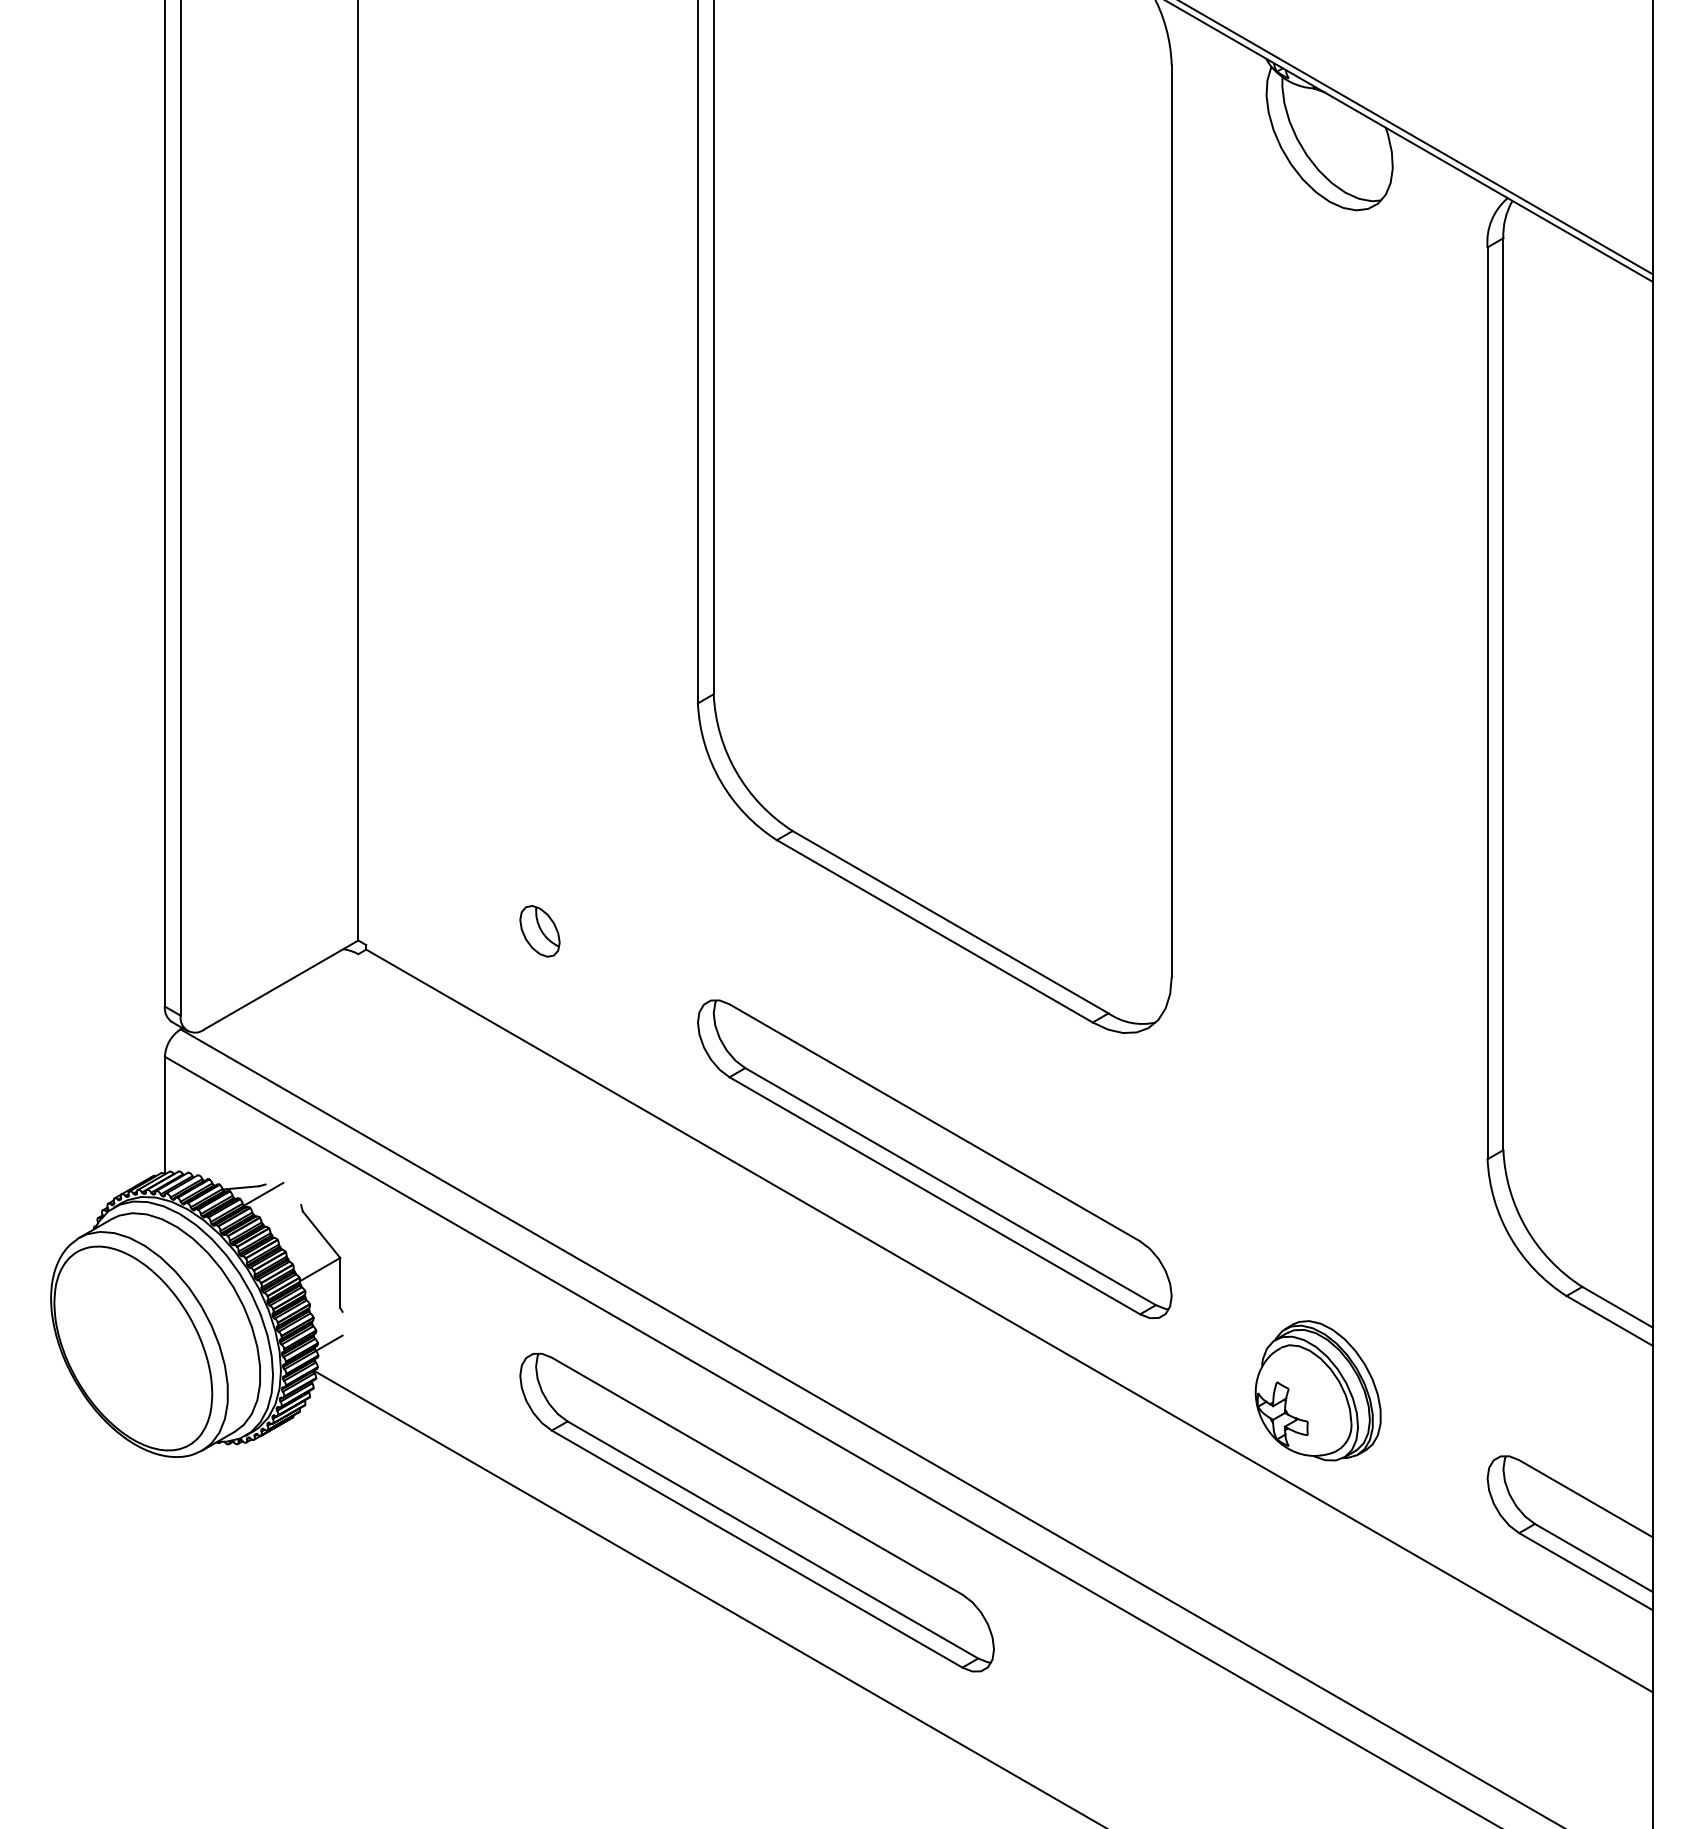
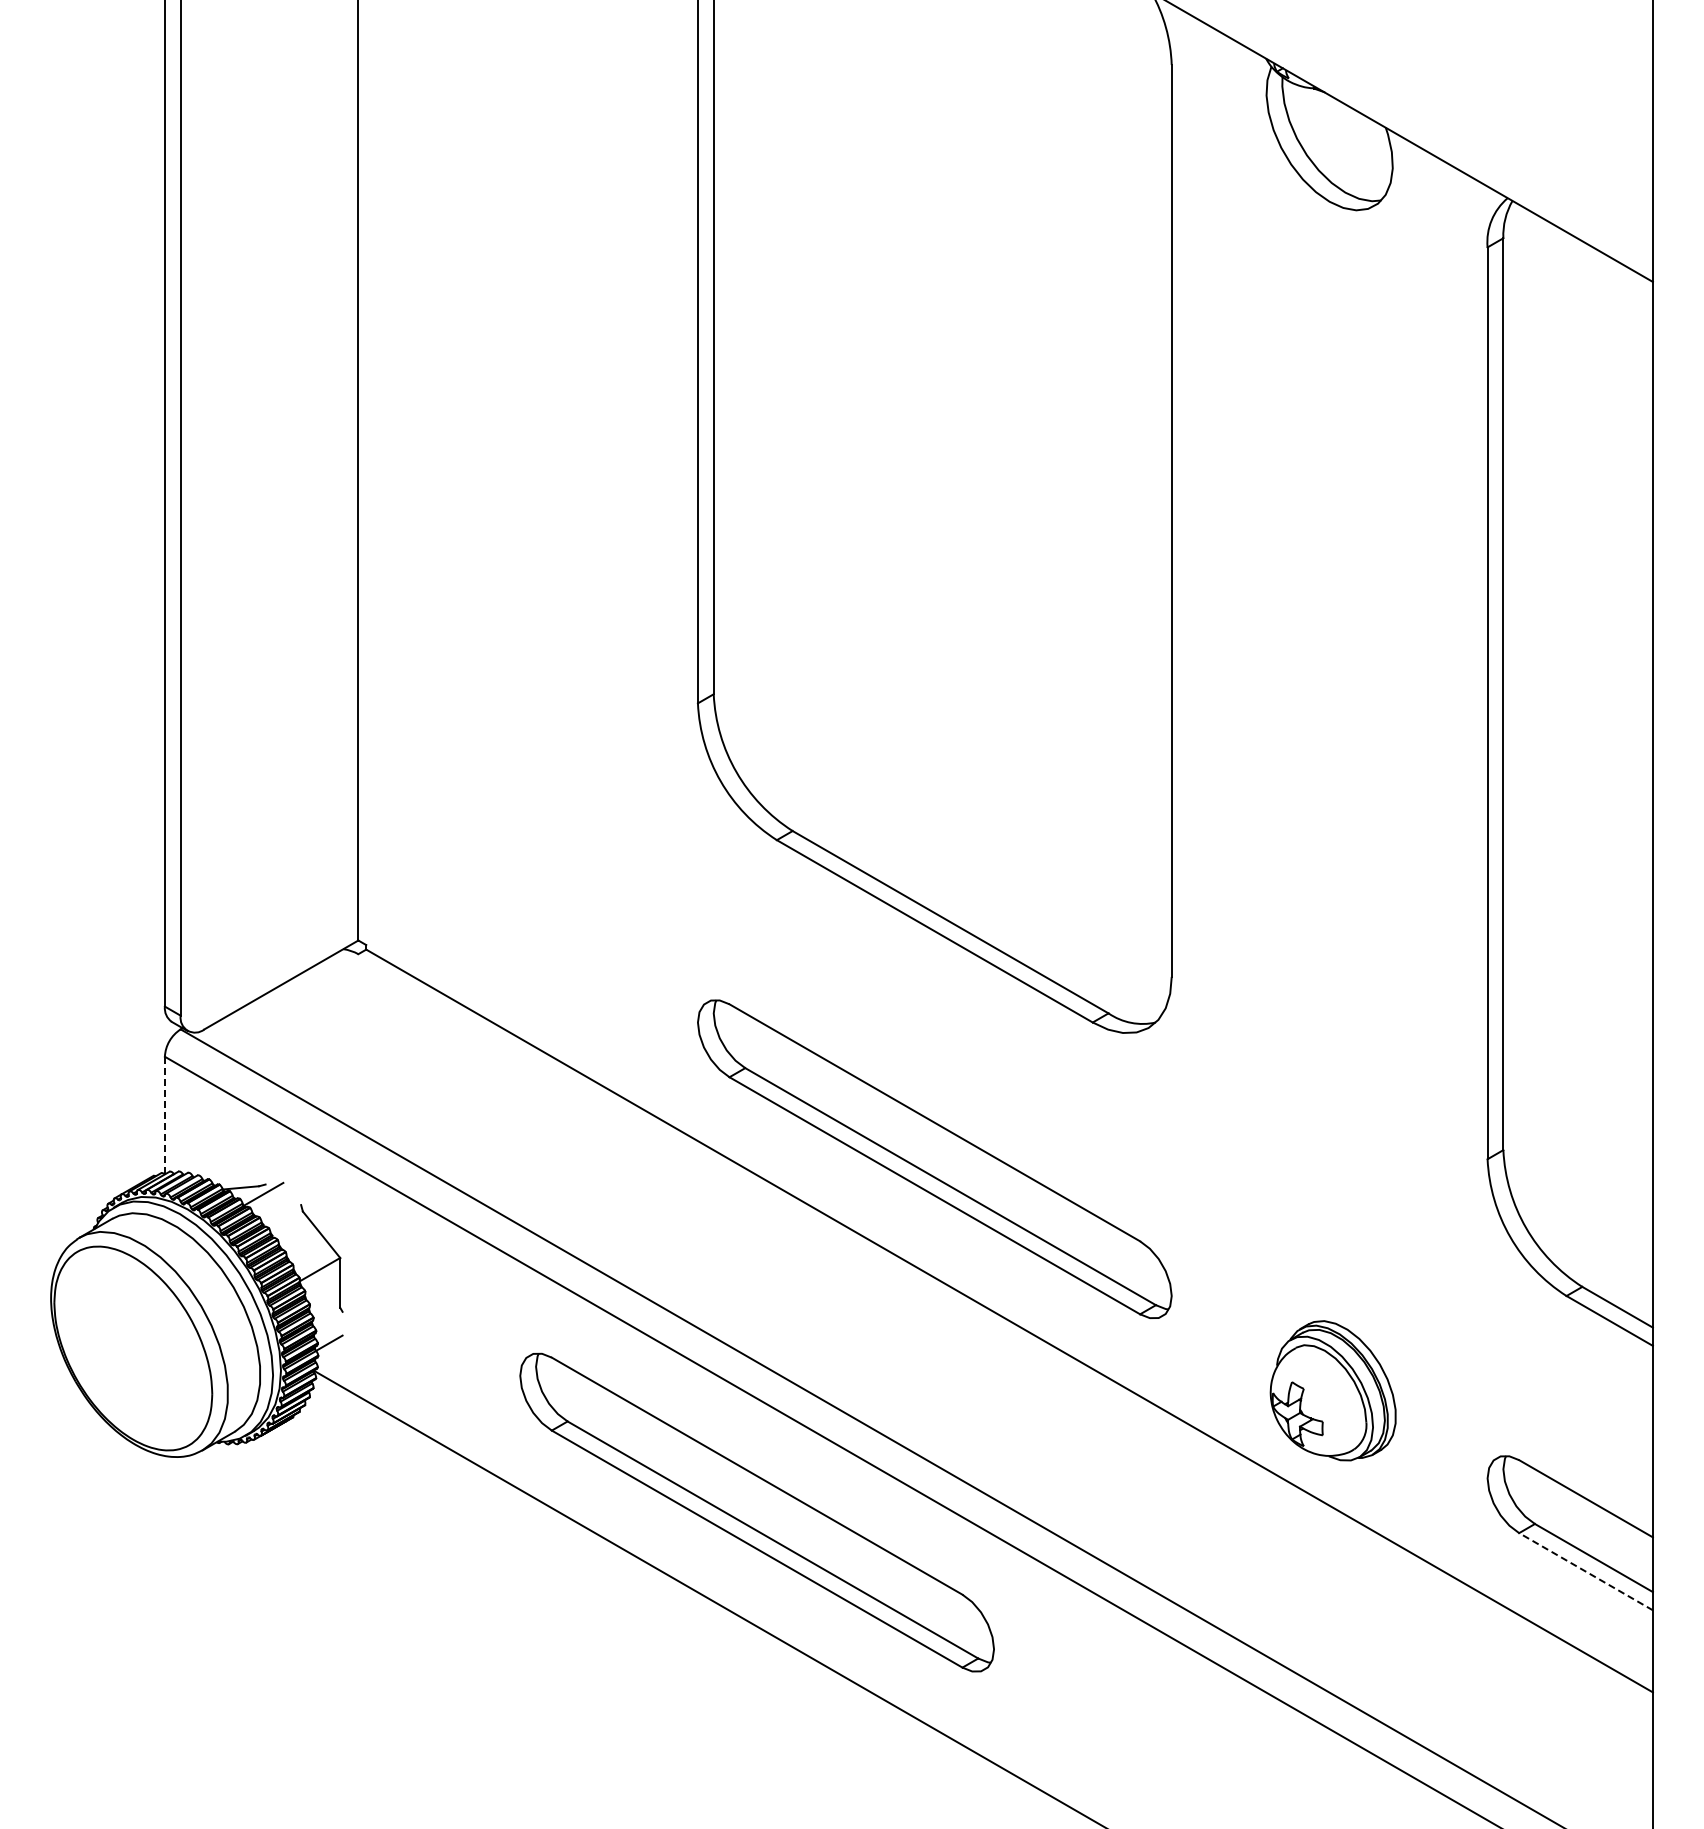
line at (1416, 138): present -> none
part at (539, 931): present -> none
line at (164, 1115): solid -> dashed
part at (1317, 1390) position: (1317, 1390) -> (1332, 1390)
line at (1585, 1571): solid -> dashed
